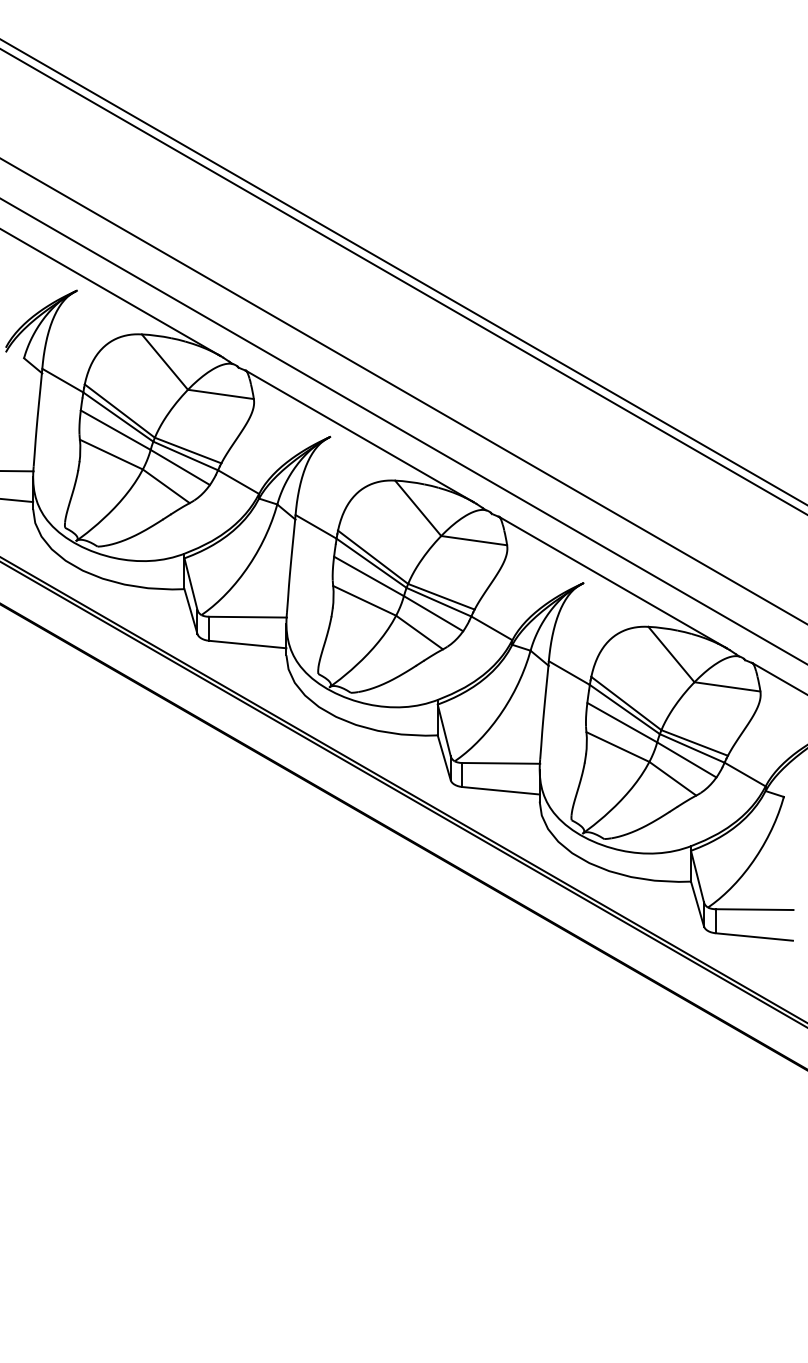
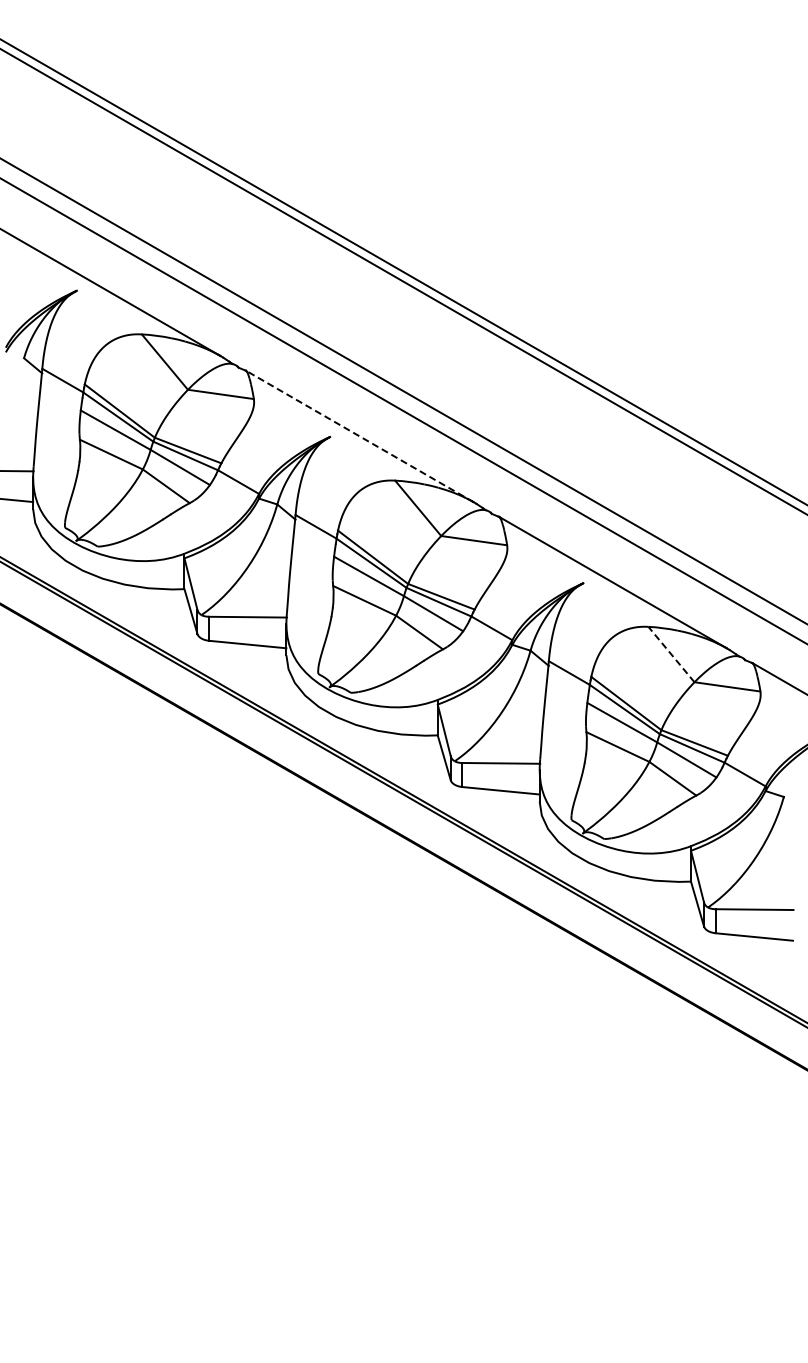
line at (403, 430) position: (403, 430) -> (403, 410)
line at (359, 436): solid -> dashed
line at (671, 654): solid -> dashed
